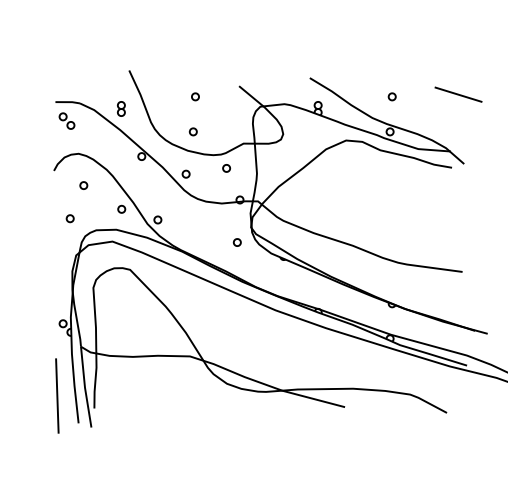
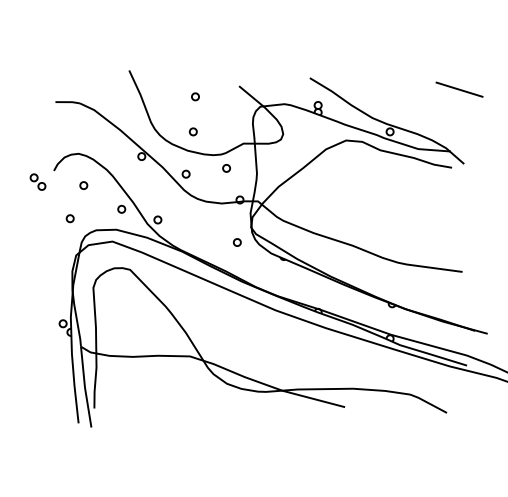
line at (458, 94) position: (458, 94) -> (459, 89)
part at (391, 96): present -> none
part at (121, 108): present -> none
part at (66, 120) position: (66, 120) -> (37, 181)
line at (57, 395): present -> none
